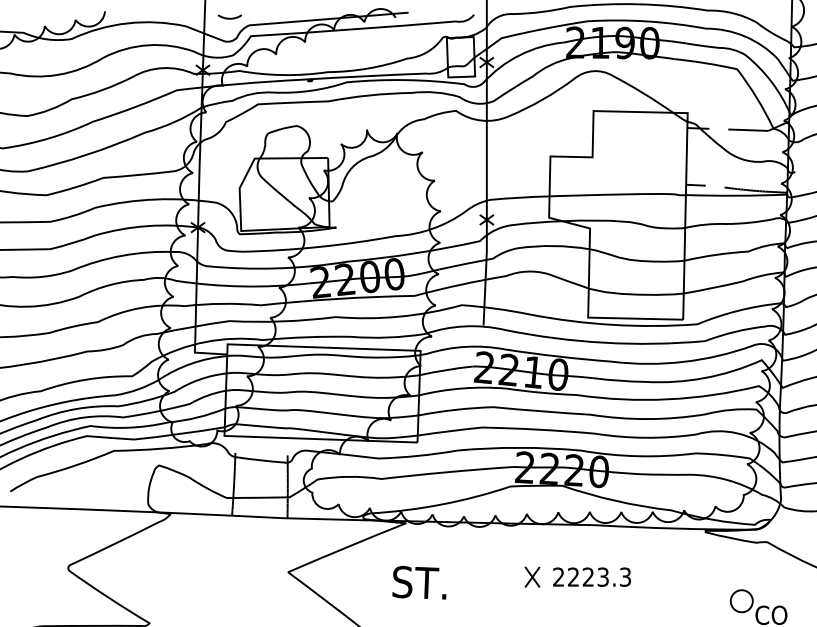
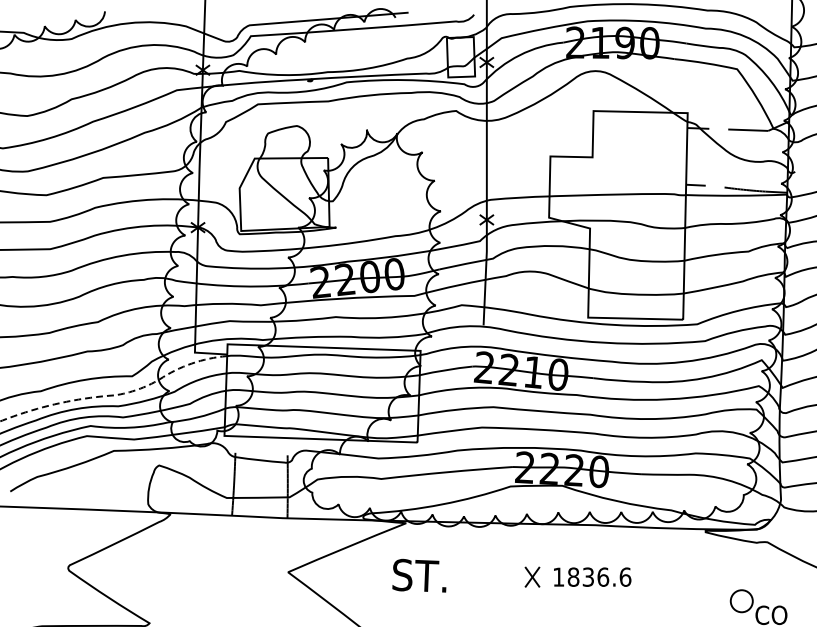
curve at (229, 17): present -> none
line at (118, 394): solid -> dashed
text at (592, 576): 2223.3 -> 1836.6
text at (419, 582) position: (419, 582) -> (419, 575)
